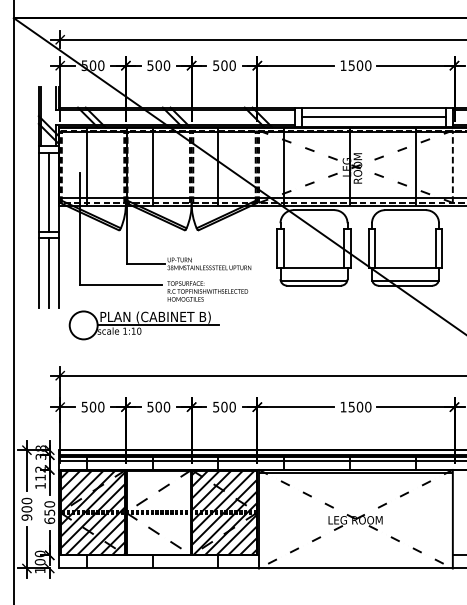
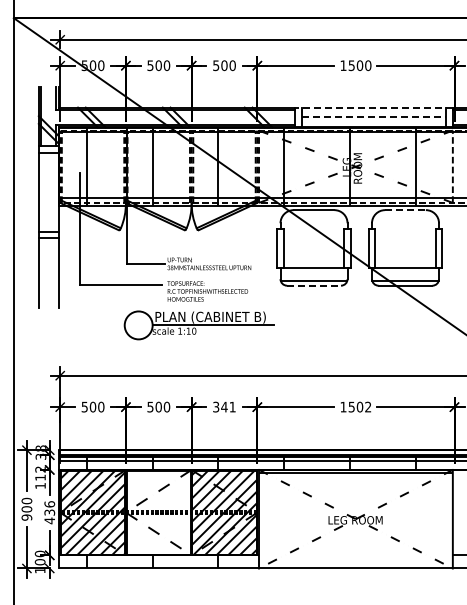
line at (373, 107): solid -> dashed
line at (374, 117): solid -> dashed
line at (48, 191): present -> none
line at (406, 210): solid -> dashed
line at (48, 273): present -> none
line at (314, 285): solid -> dashed
part at (143, 325) position: (143, 325) -> (198, 325)
text at (224, 406): 500 -> 341
text at (368, 406): 1500 -> 1502
text at (49, 512): 650 -> 436
